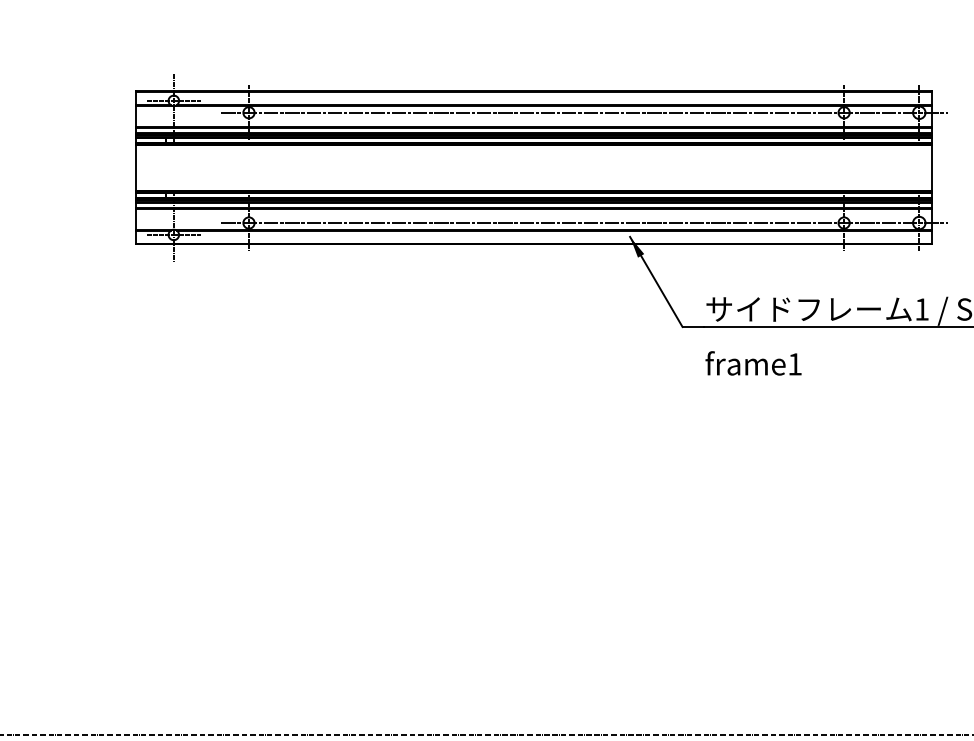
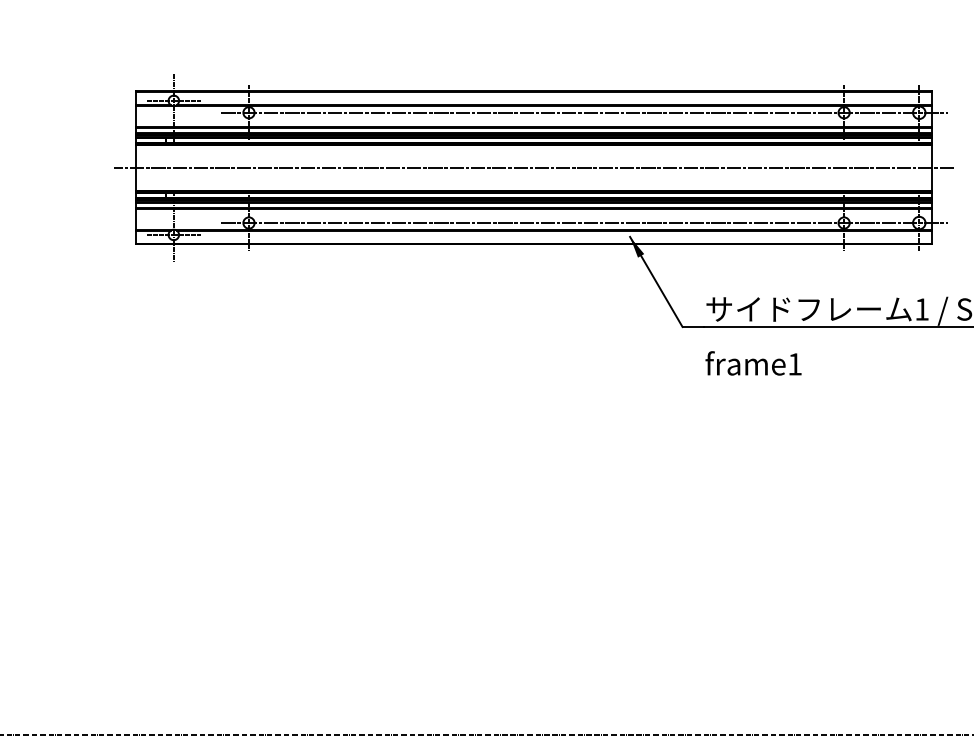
line at (533, 167): none -> present
